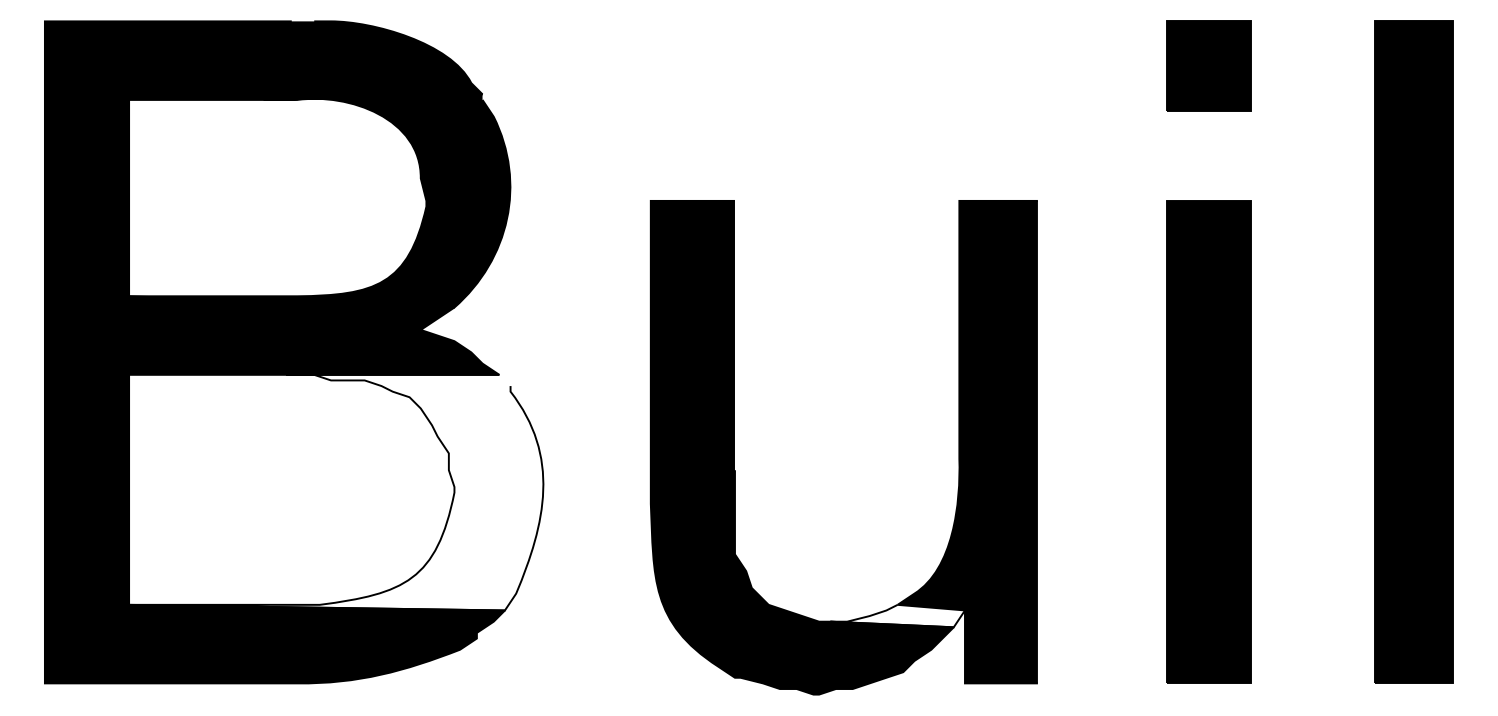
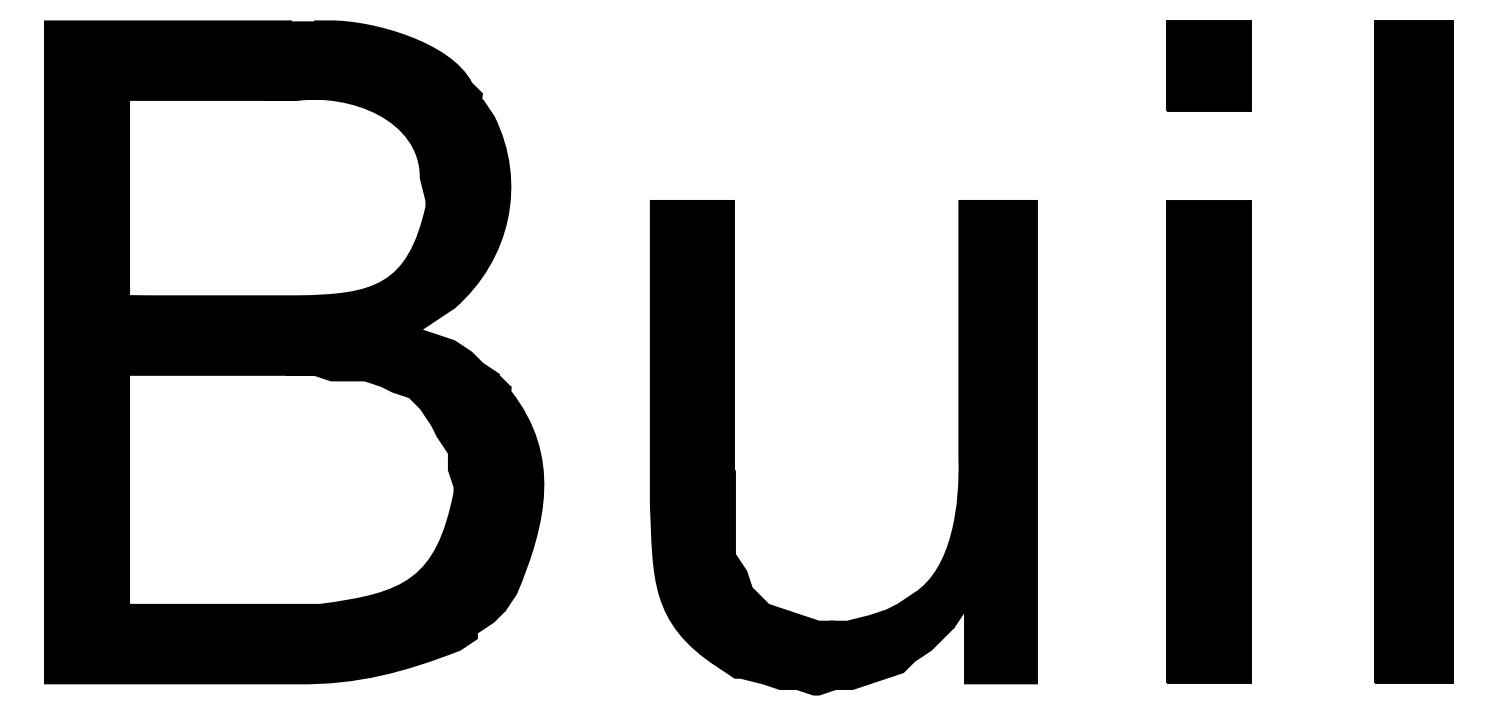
fill at (336, 492): none -> present
fill at (897, 615): none -> present
